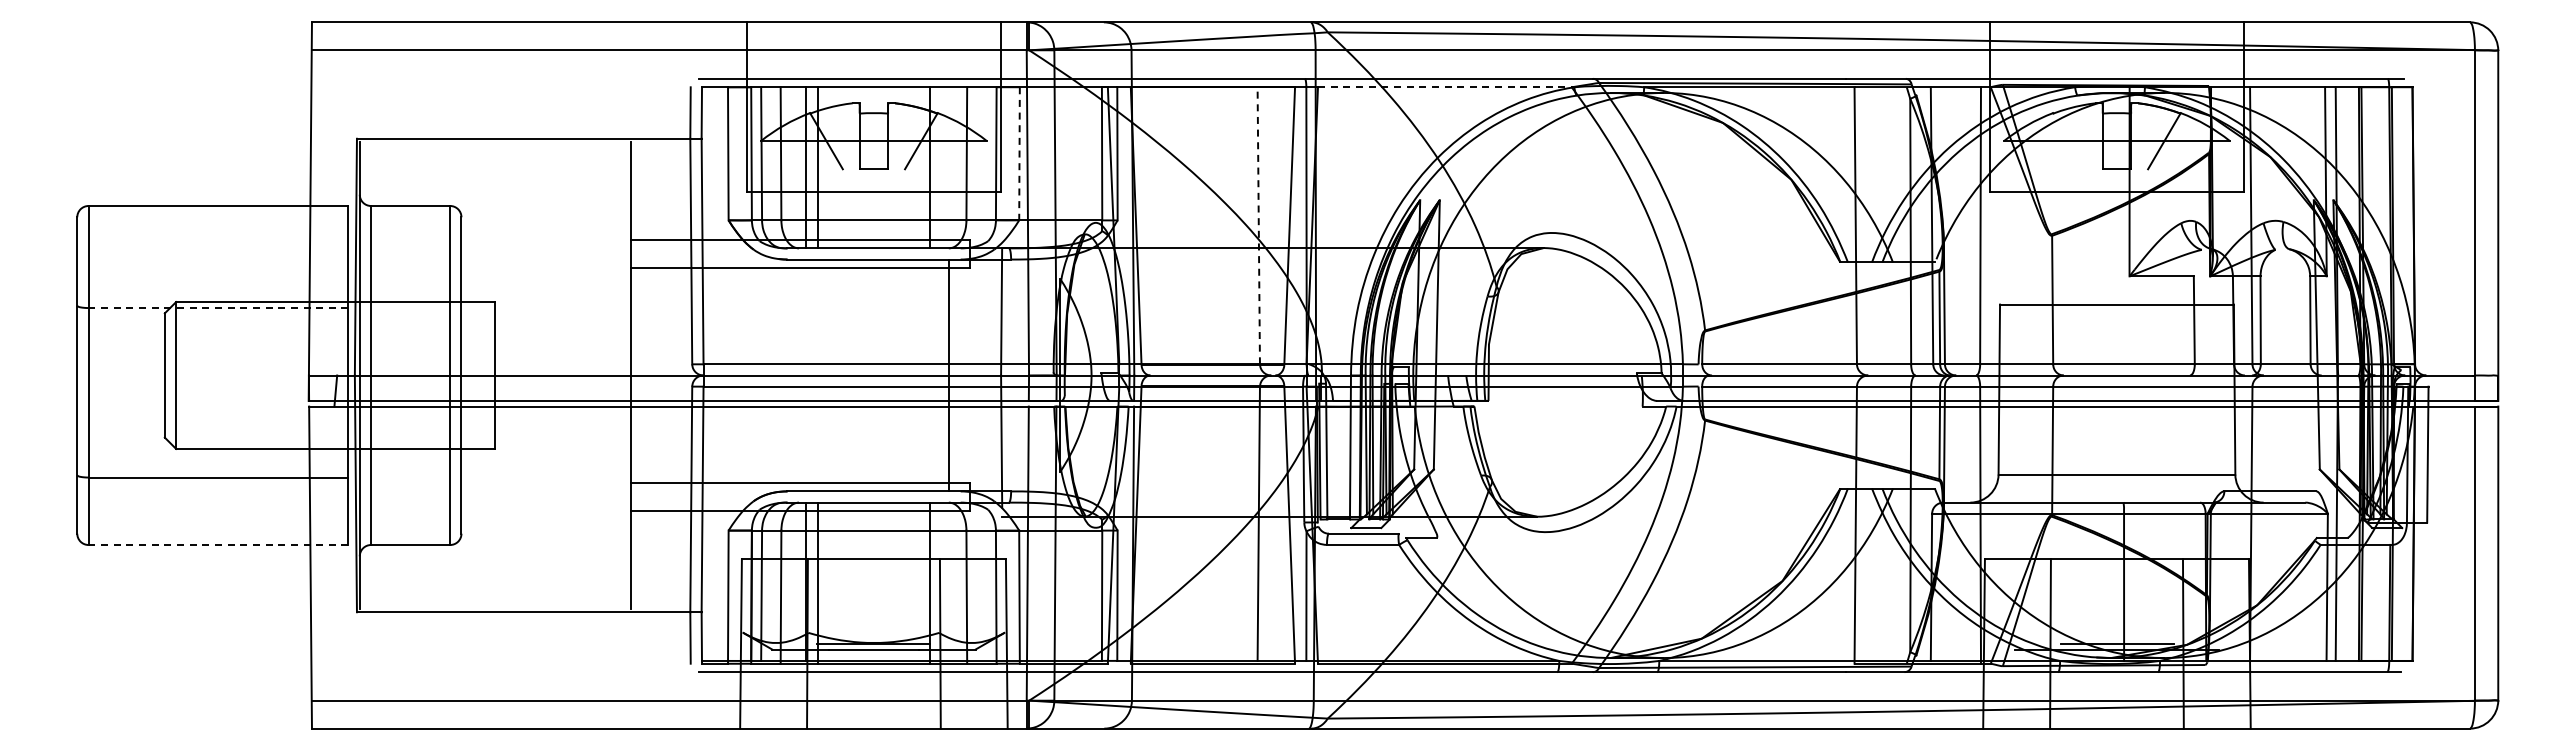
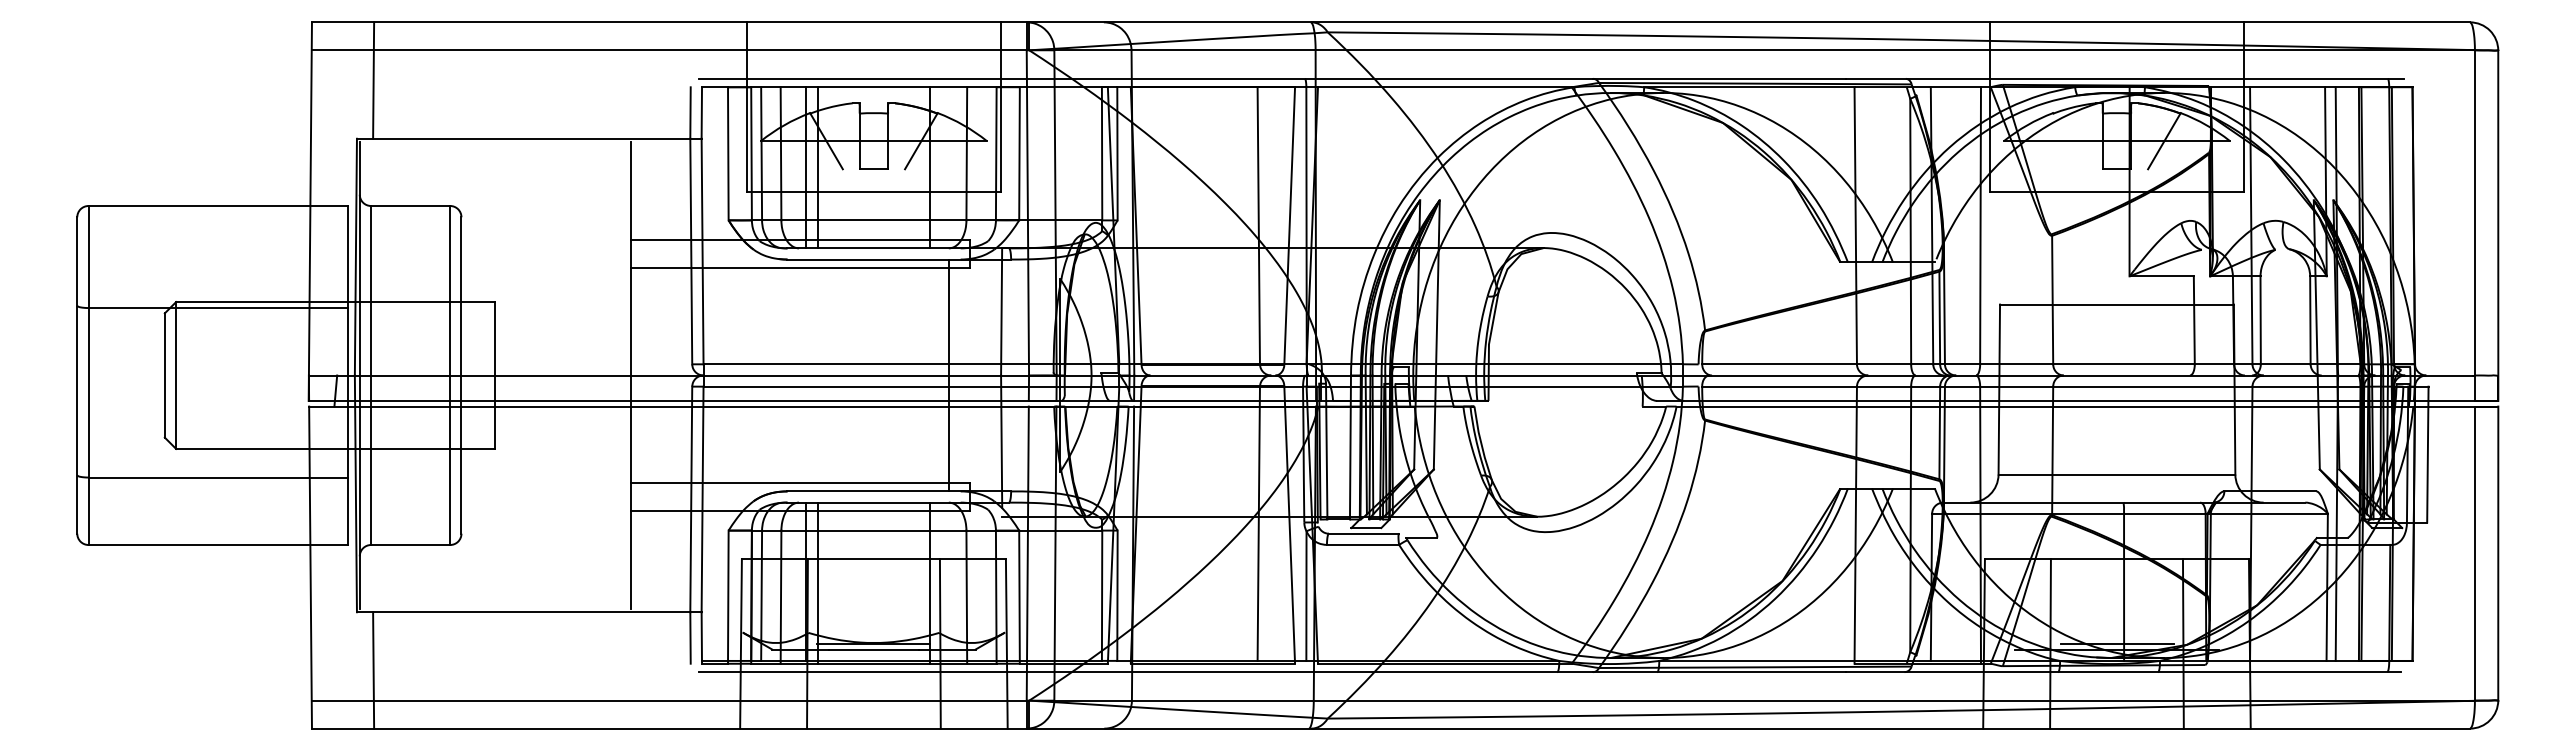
line at (373, 80): none -> present
line at (1444, 87): dashed -> solid
line at (1019, 153): dashed -> solid
line at (1258, 225): dashed -> solid
line at (218, 308): dashed -> solid
line at (218, 545): dashed -> solid
line at (373, 670): none -> present
